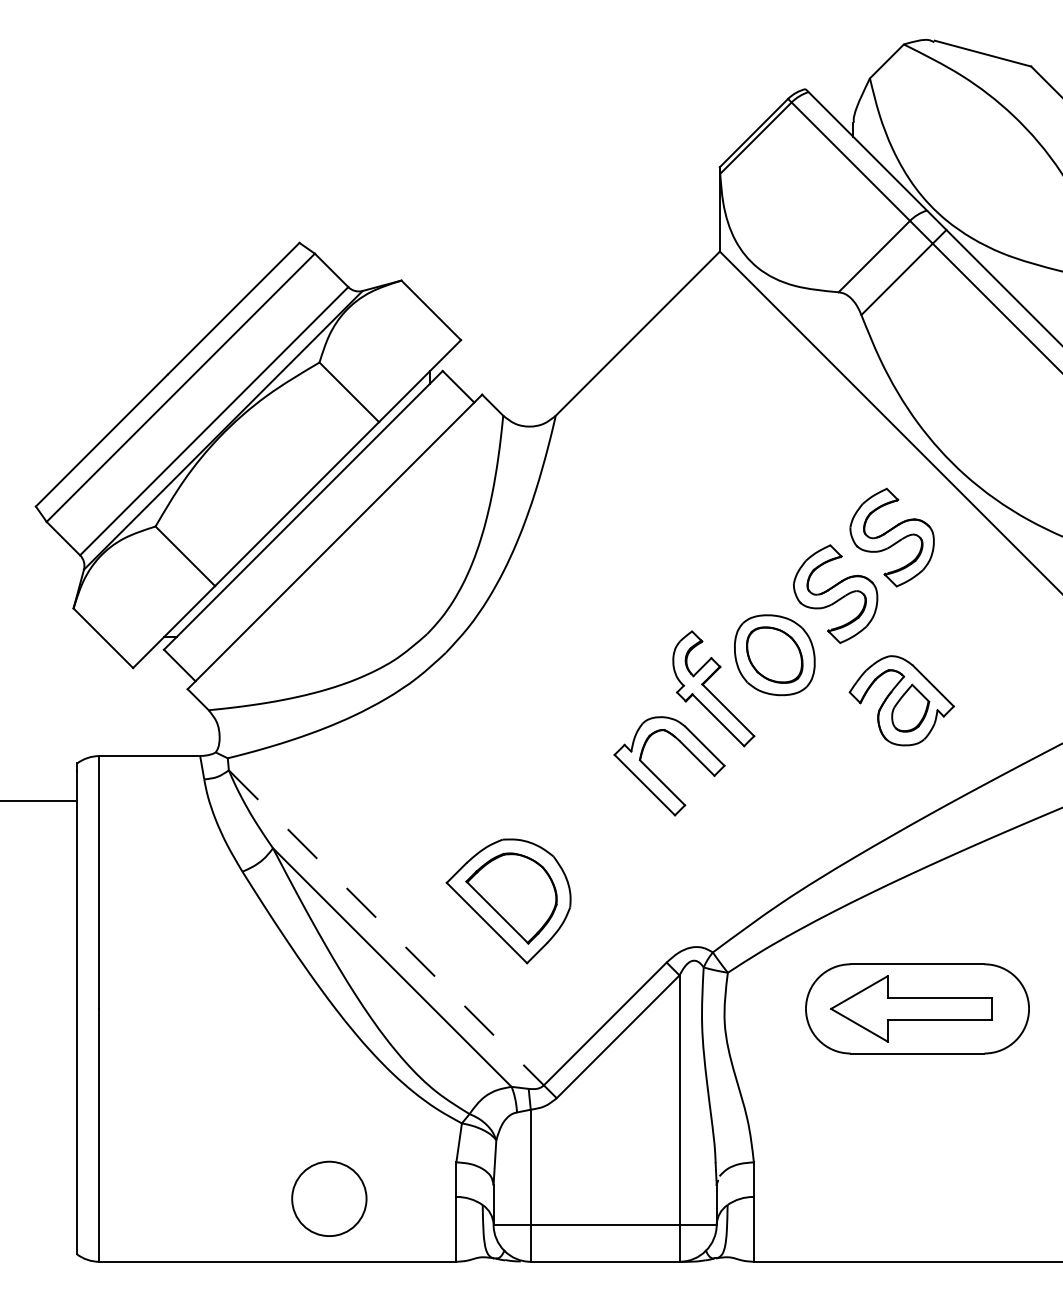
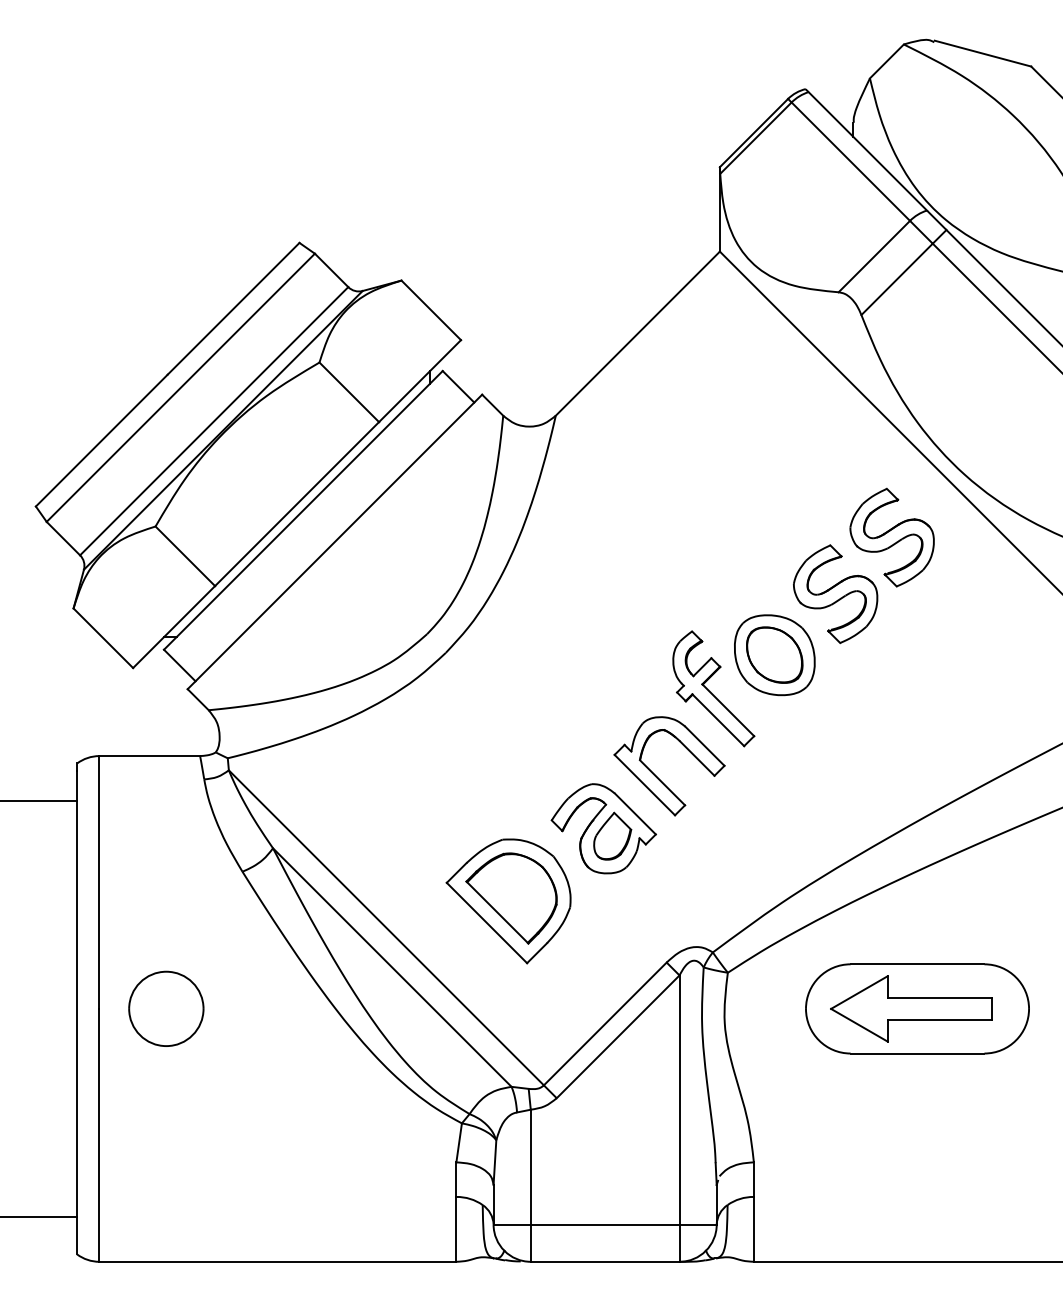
part at (901, 700) position: (901, 700) -> (603, 828)
line at (386, 927): dashed -> solid
part at (329, 1198) position: (329, 1198) -> (166, 1008)
line at (39, 1217): none -> present
